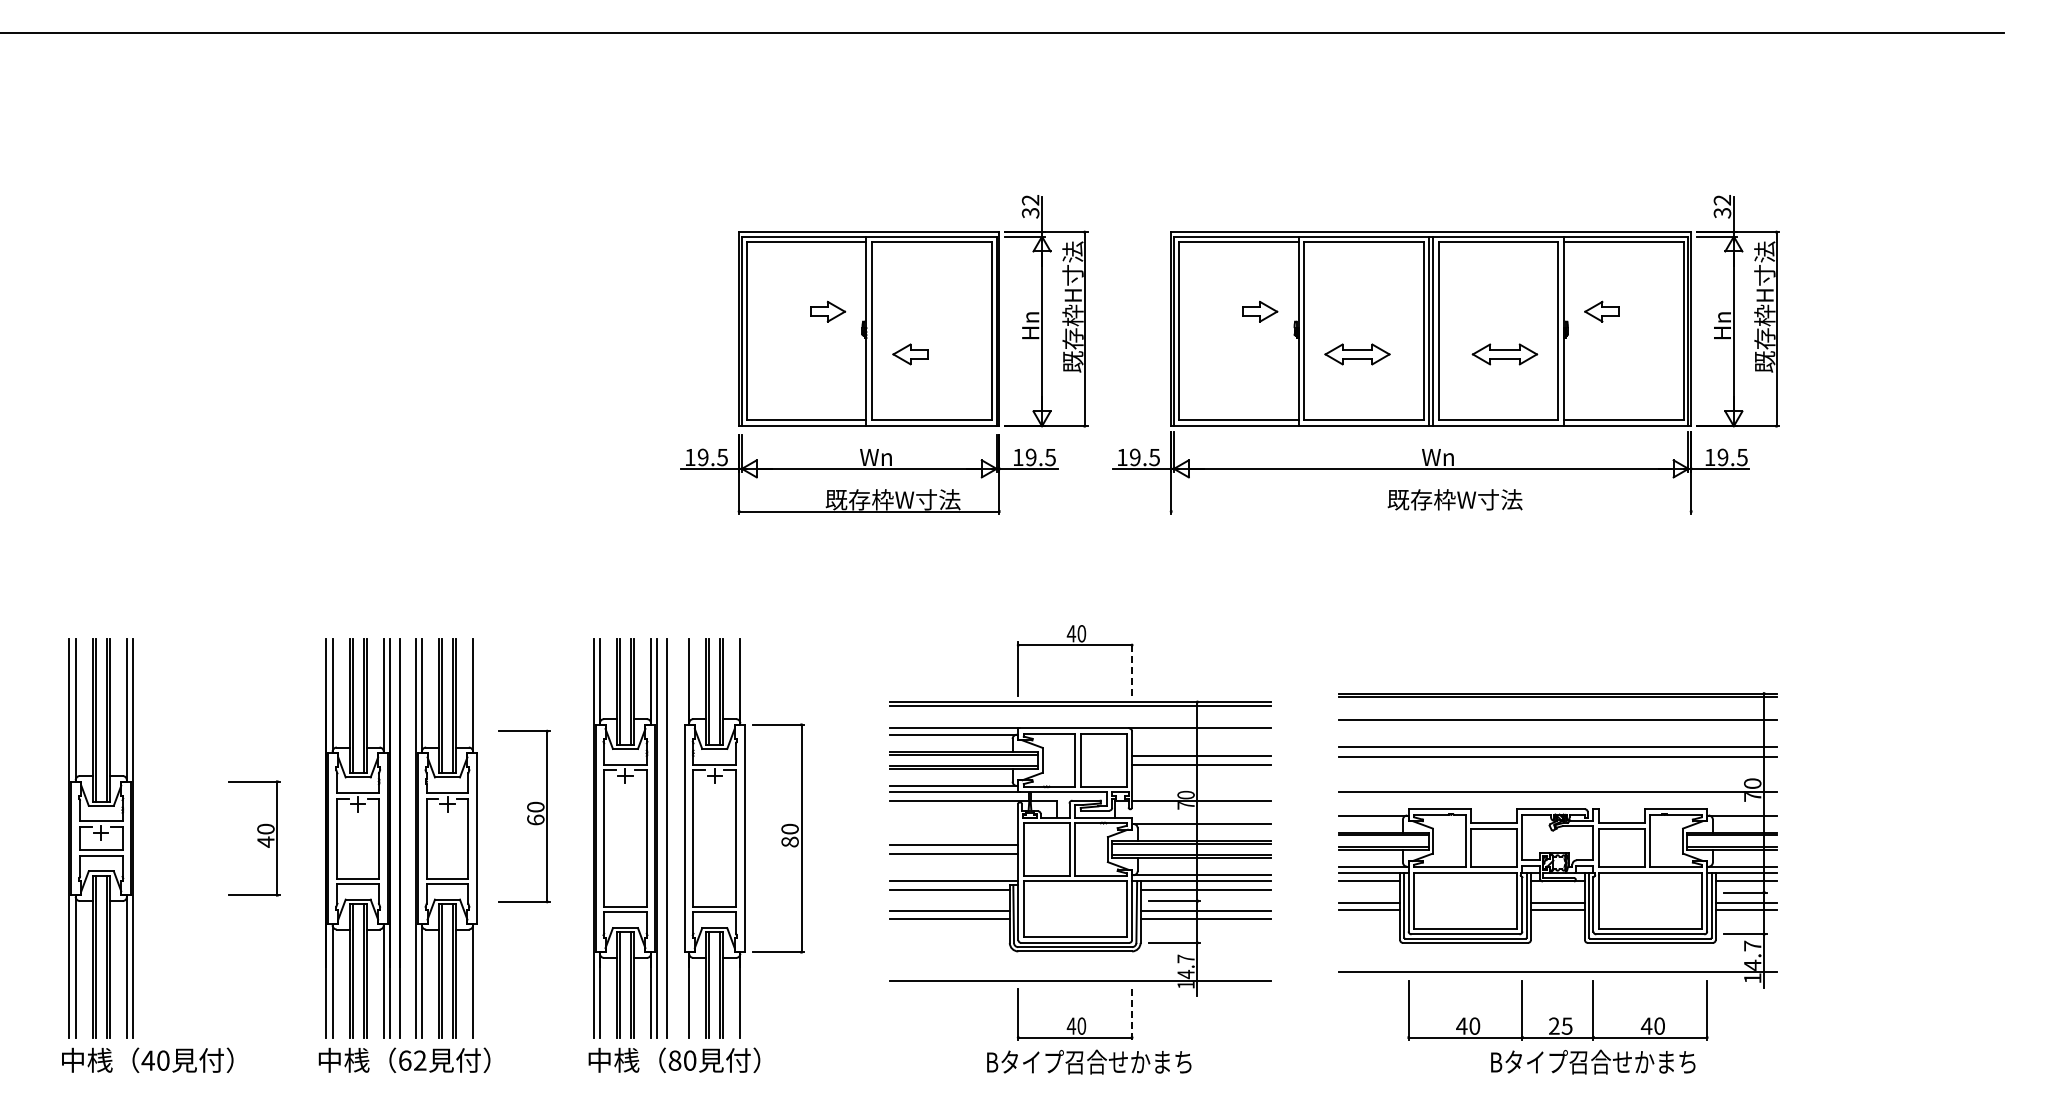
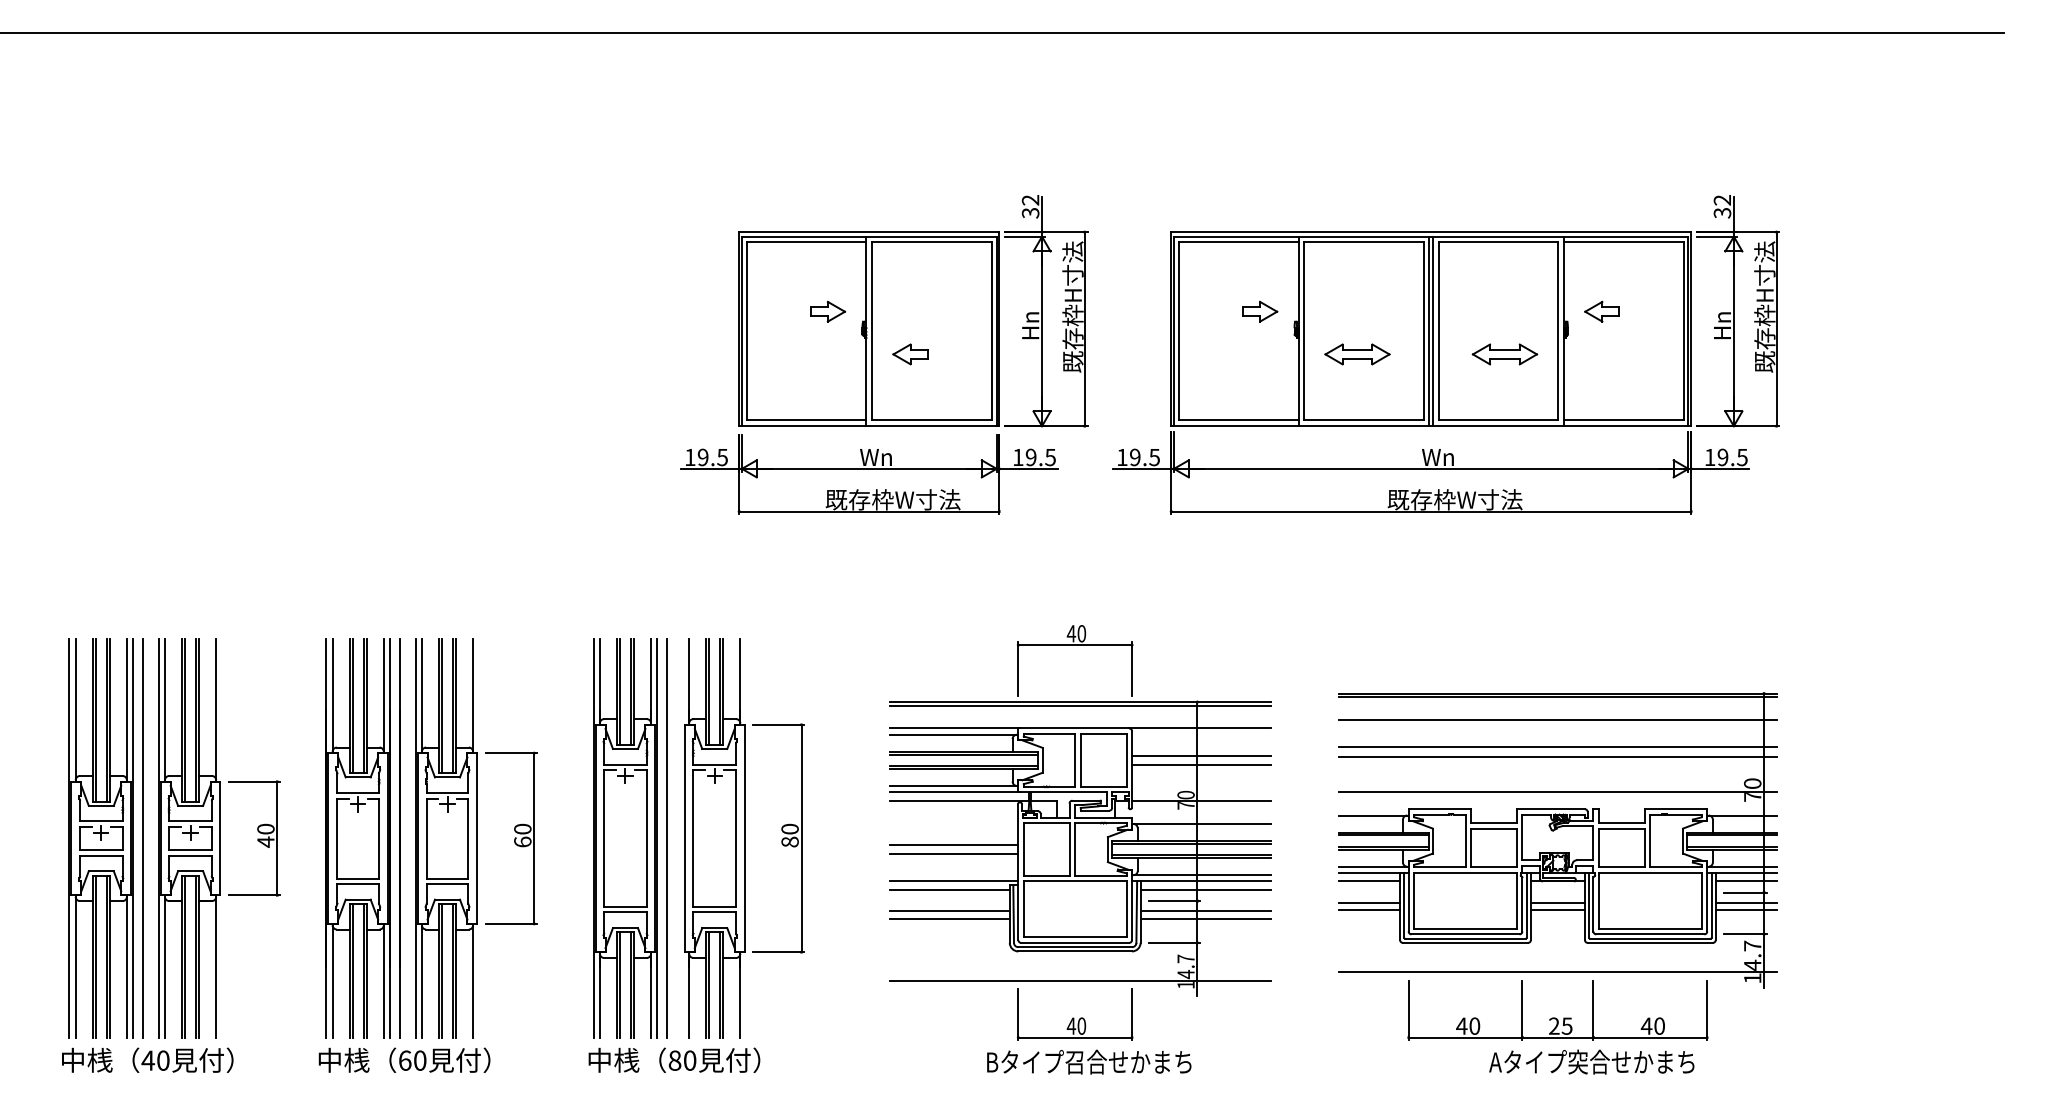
line at (1431, 511): none -> present
line at (1132, 668): dashed -> solid
part at (524, 816) position: (524, 816) -> (511, 838)
line at (143, 838): none -> present
part at (189, 838): none -> present
line at (1132, 1014): dashed -> solid
text at (420, 1060): 62 -> 60
text at (1592, 1061): Bタイプ召合せかまち -> Aタイプ突合せかまち
